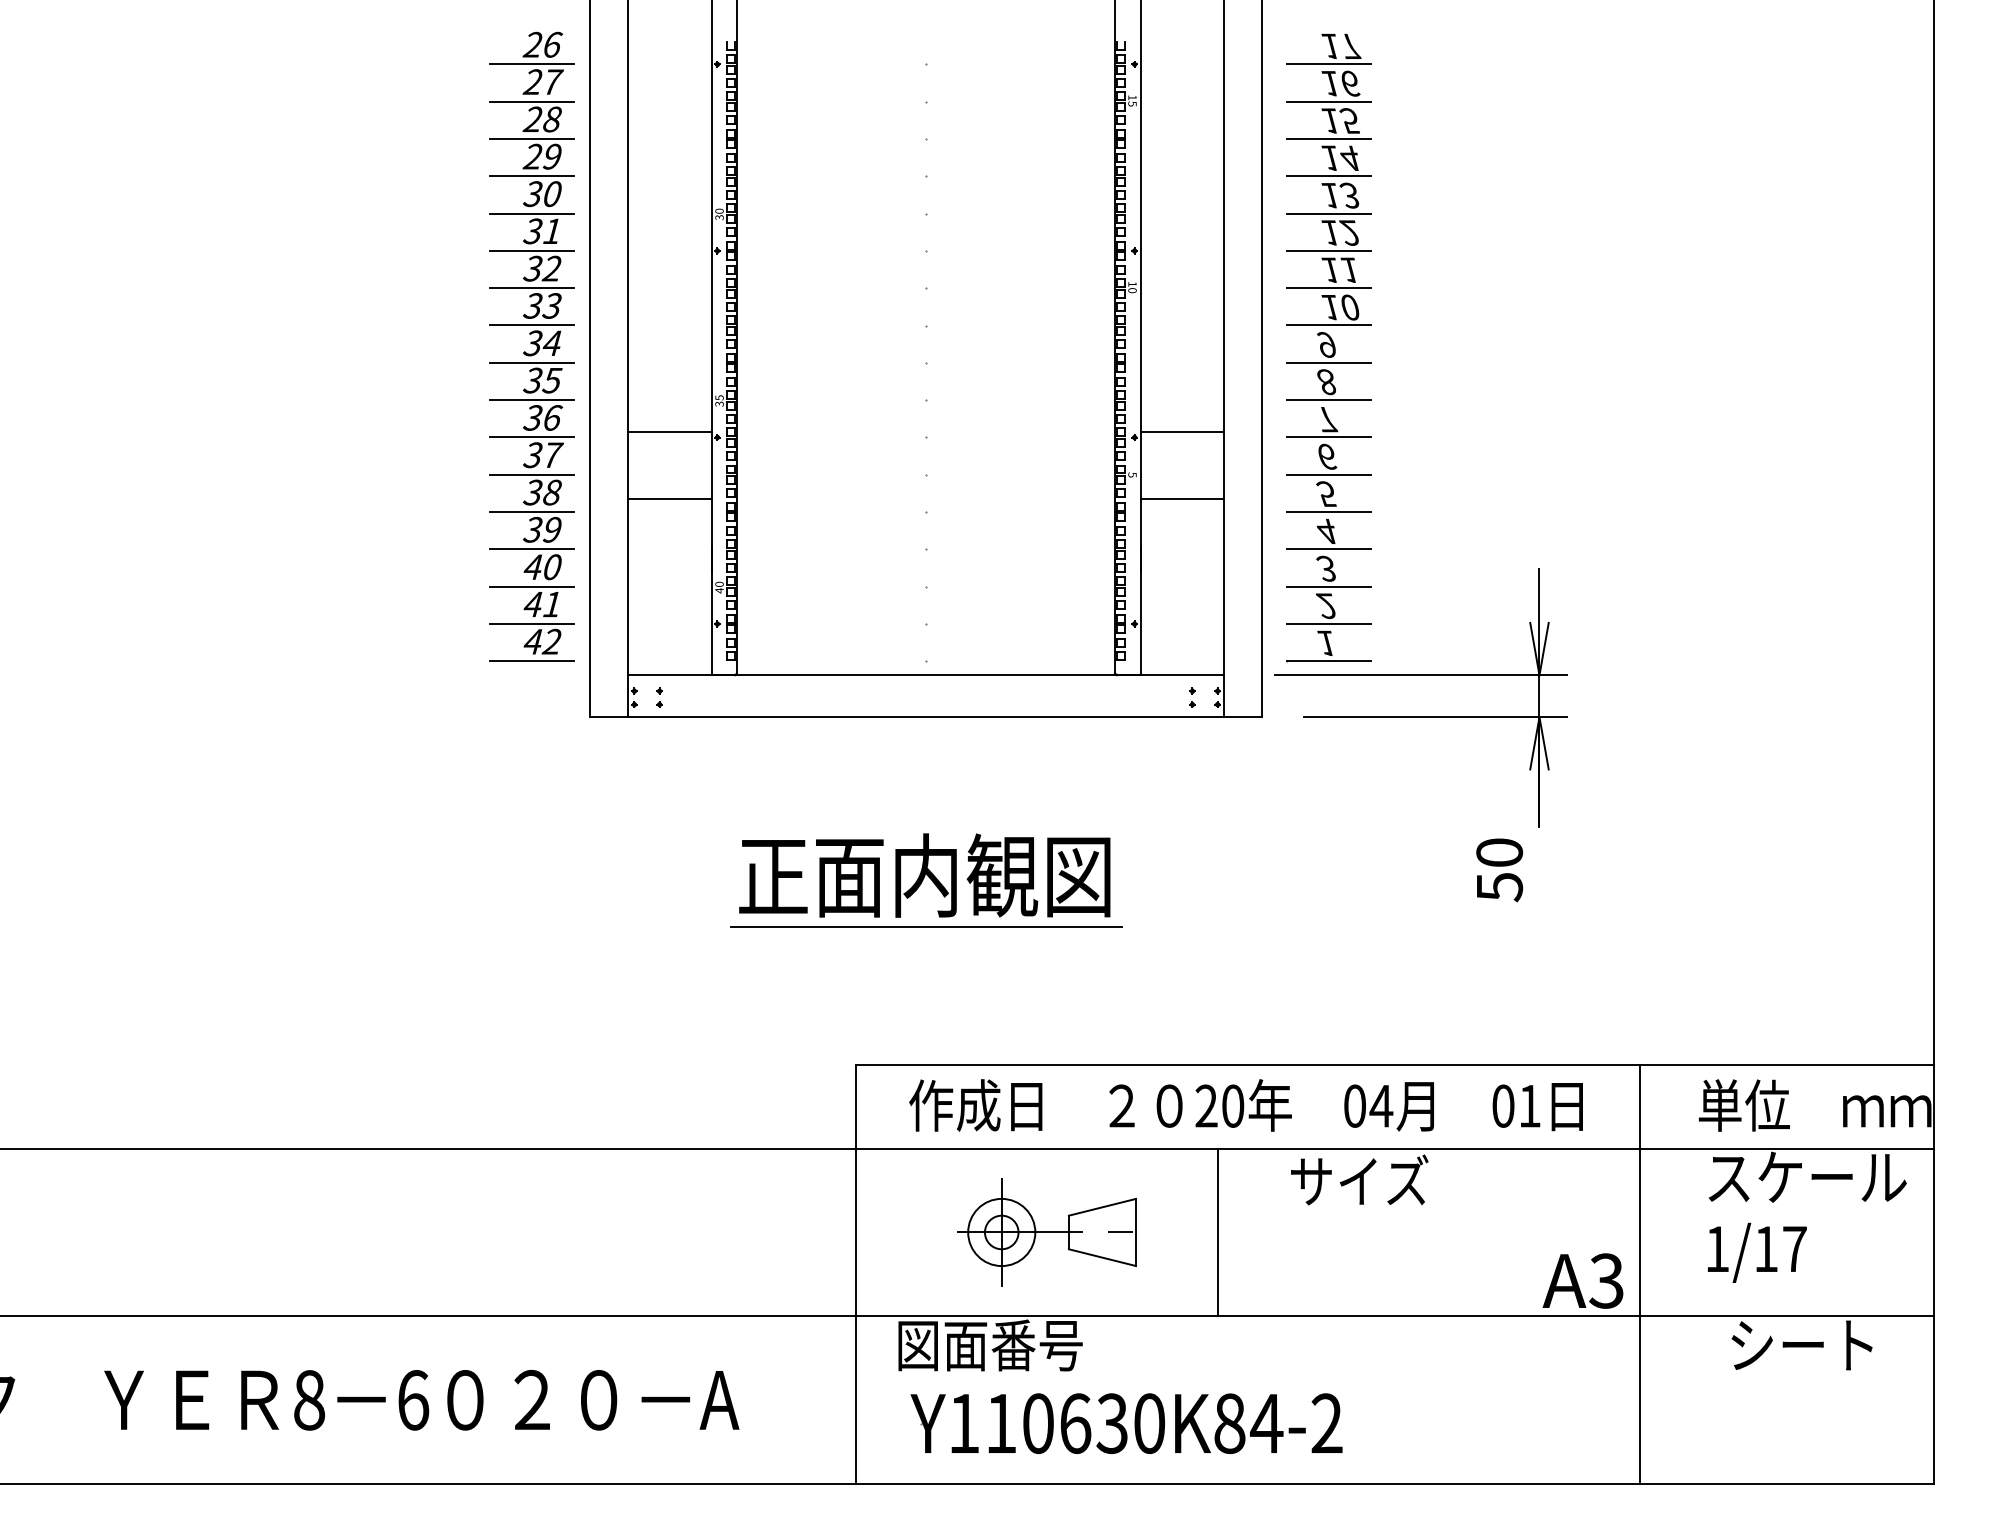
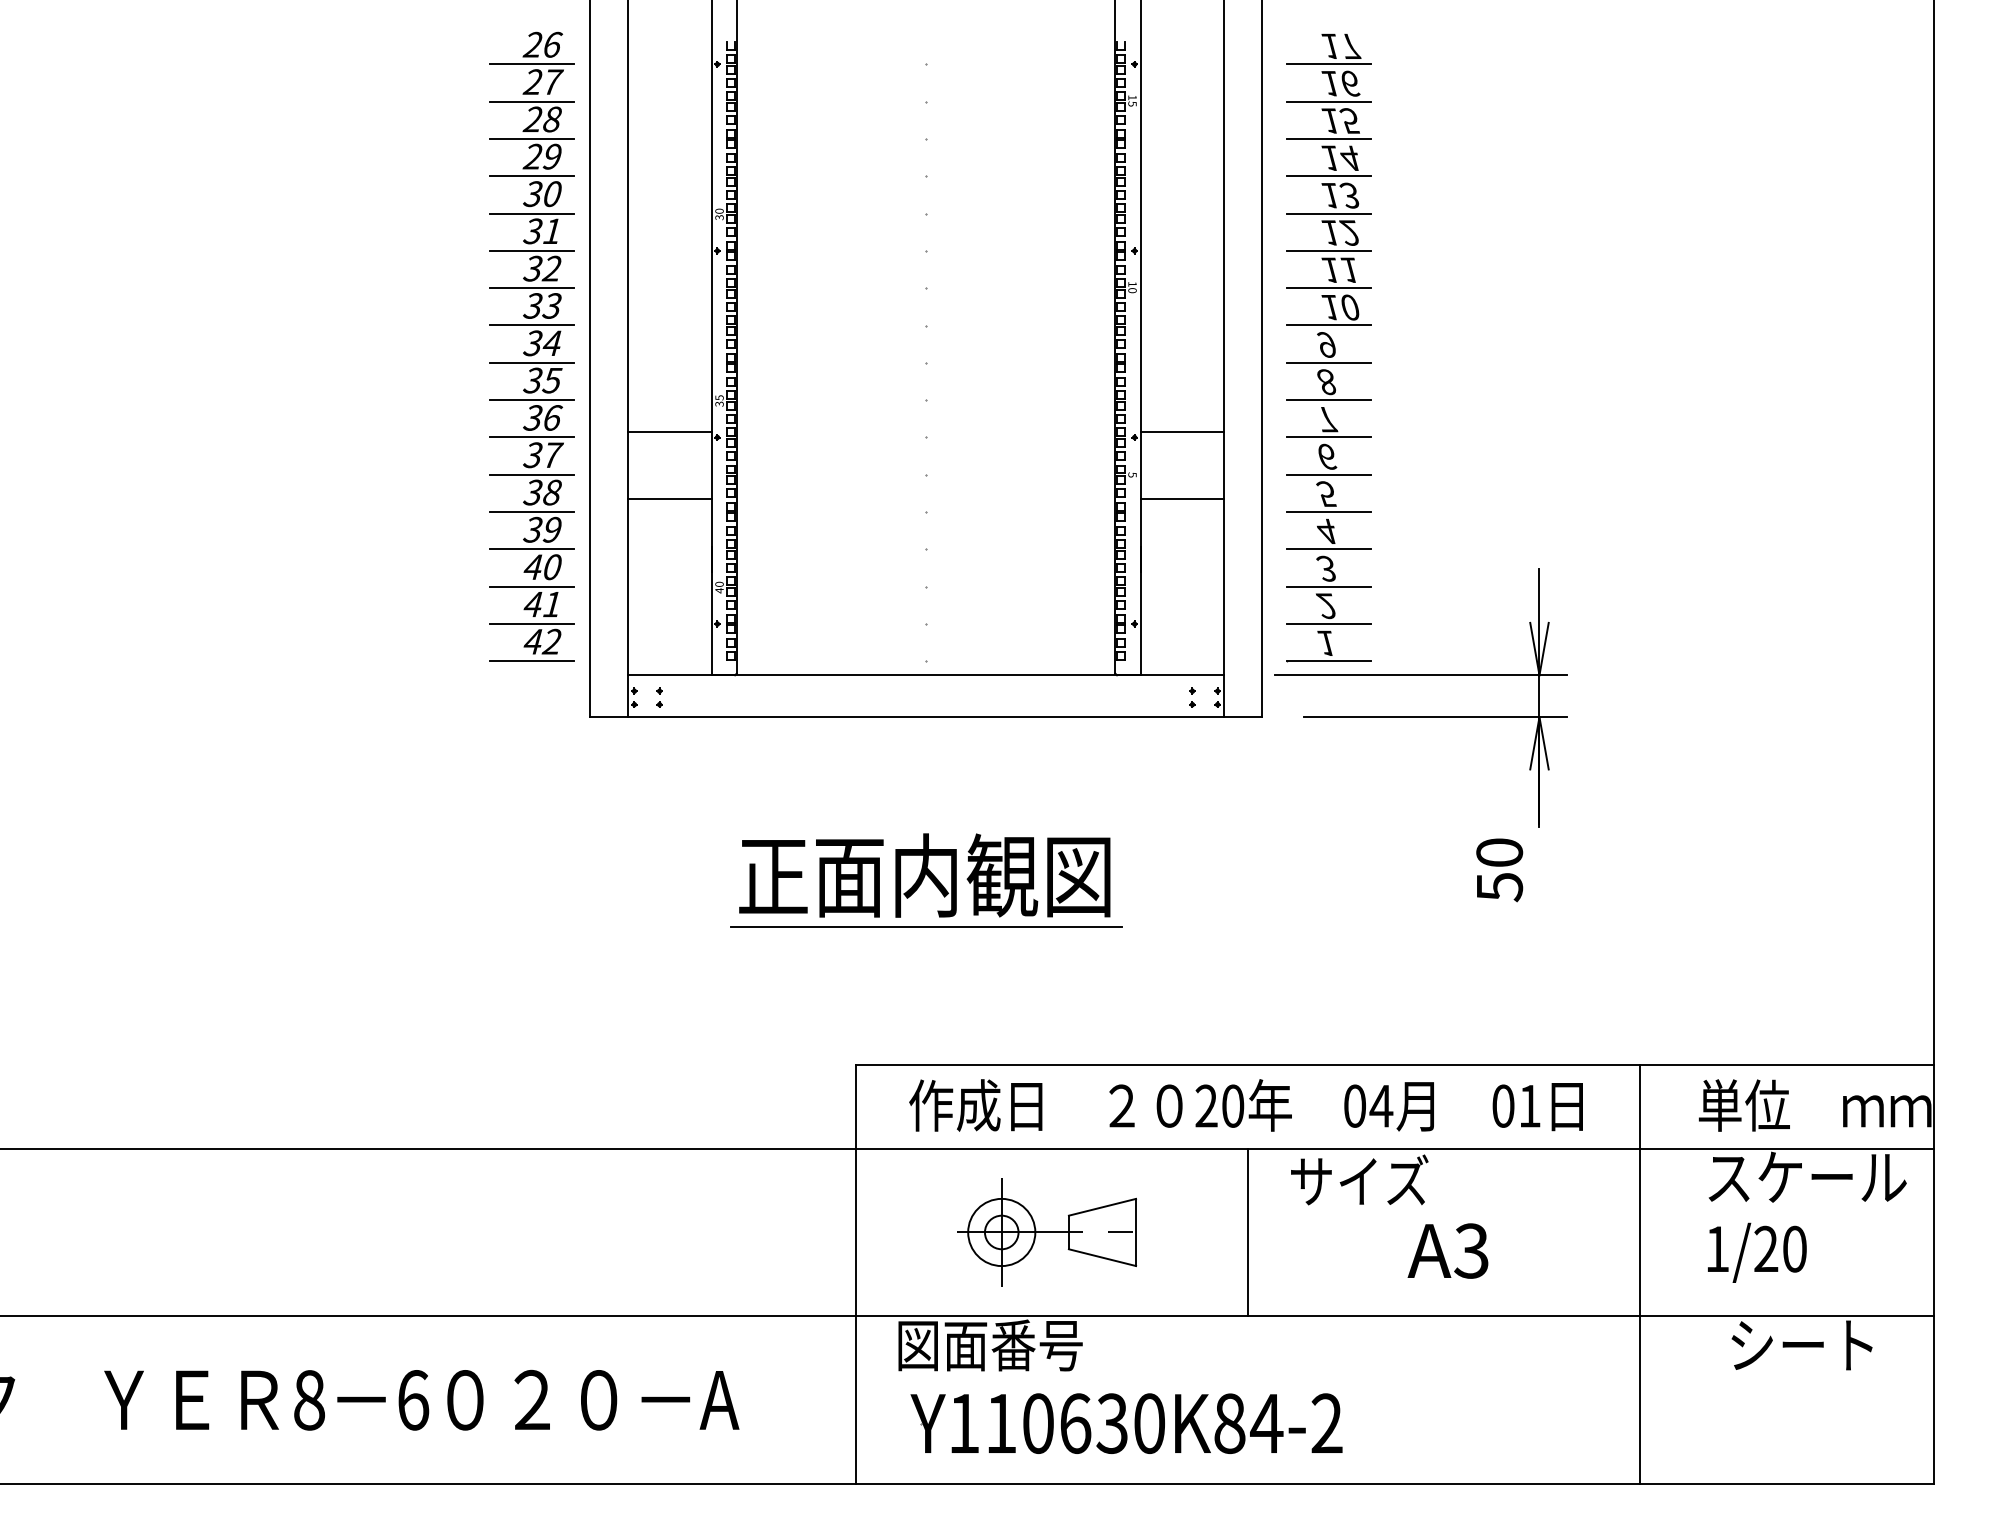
line at (1218, 1232) position: (1218, 1232) -> (1248, 1232)
text at (1780, 1248): 1/17 -> 1/20
text at (1582, 1280) position: (1582, 1280) -> (1447, 1250)
